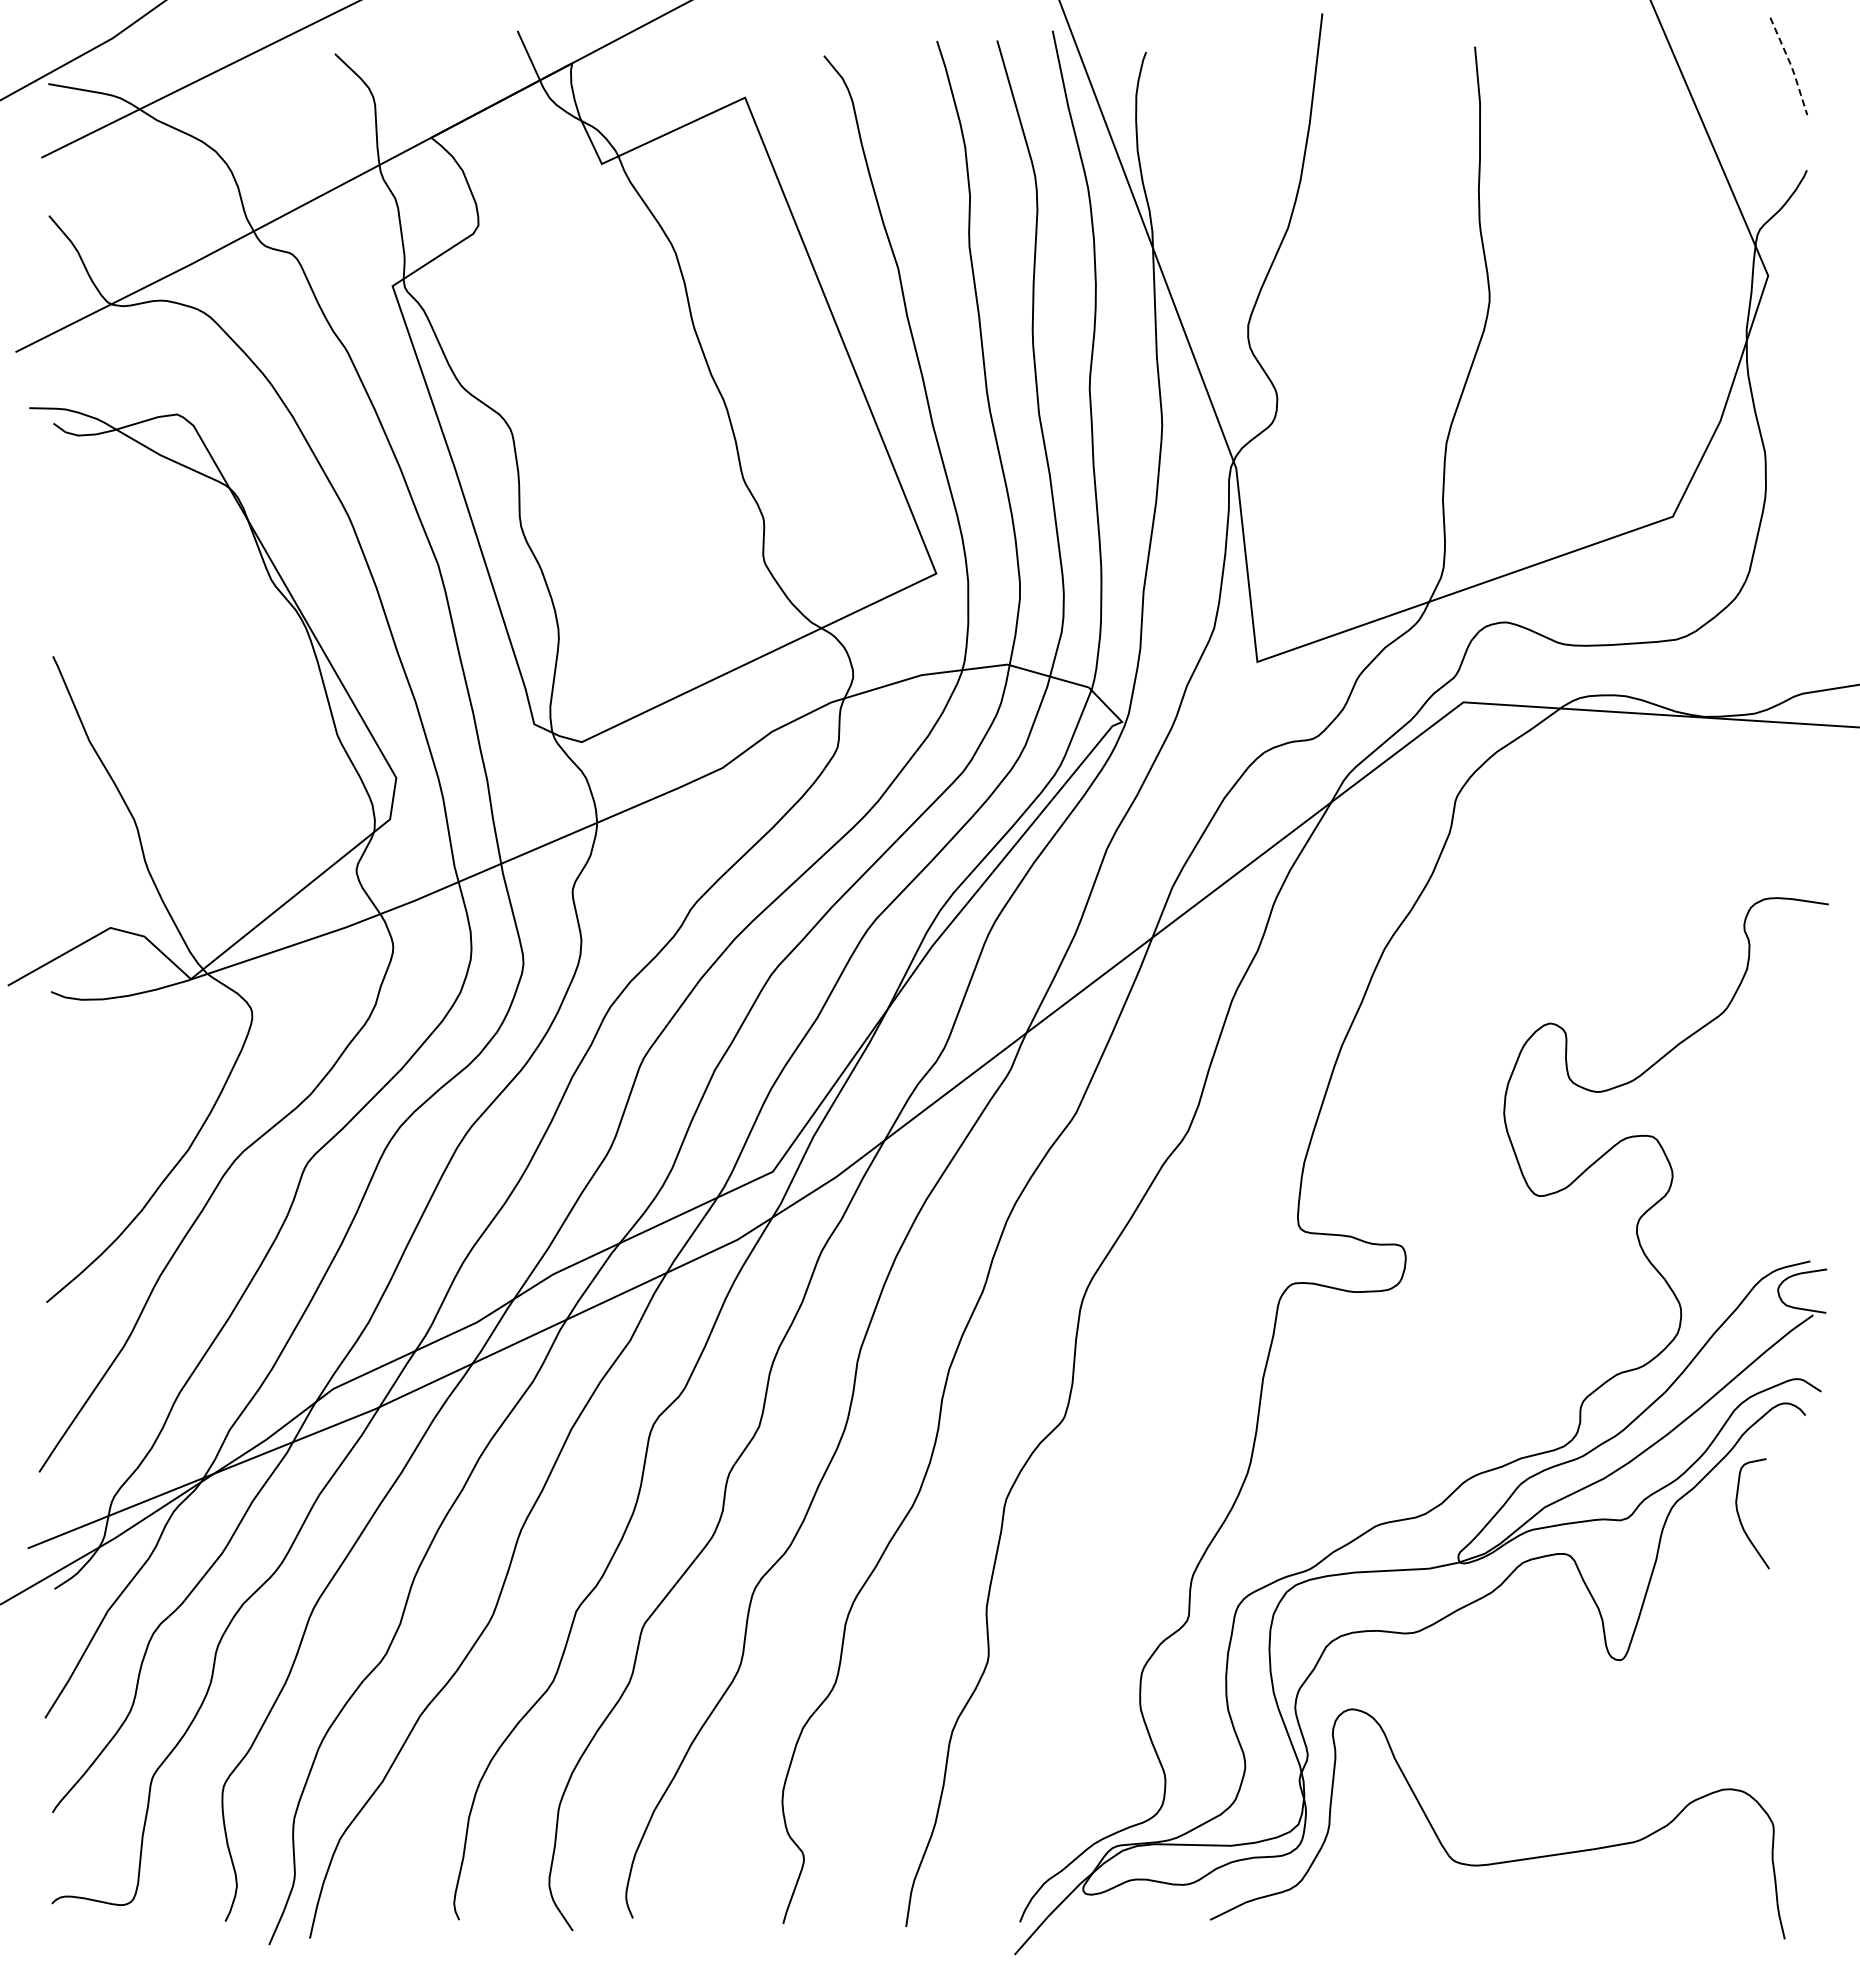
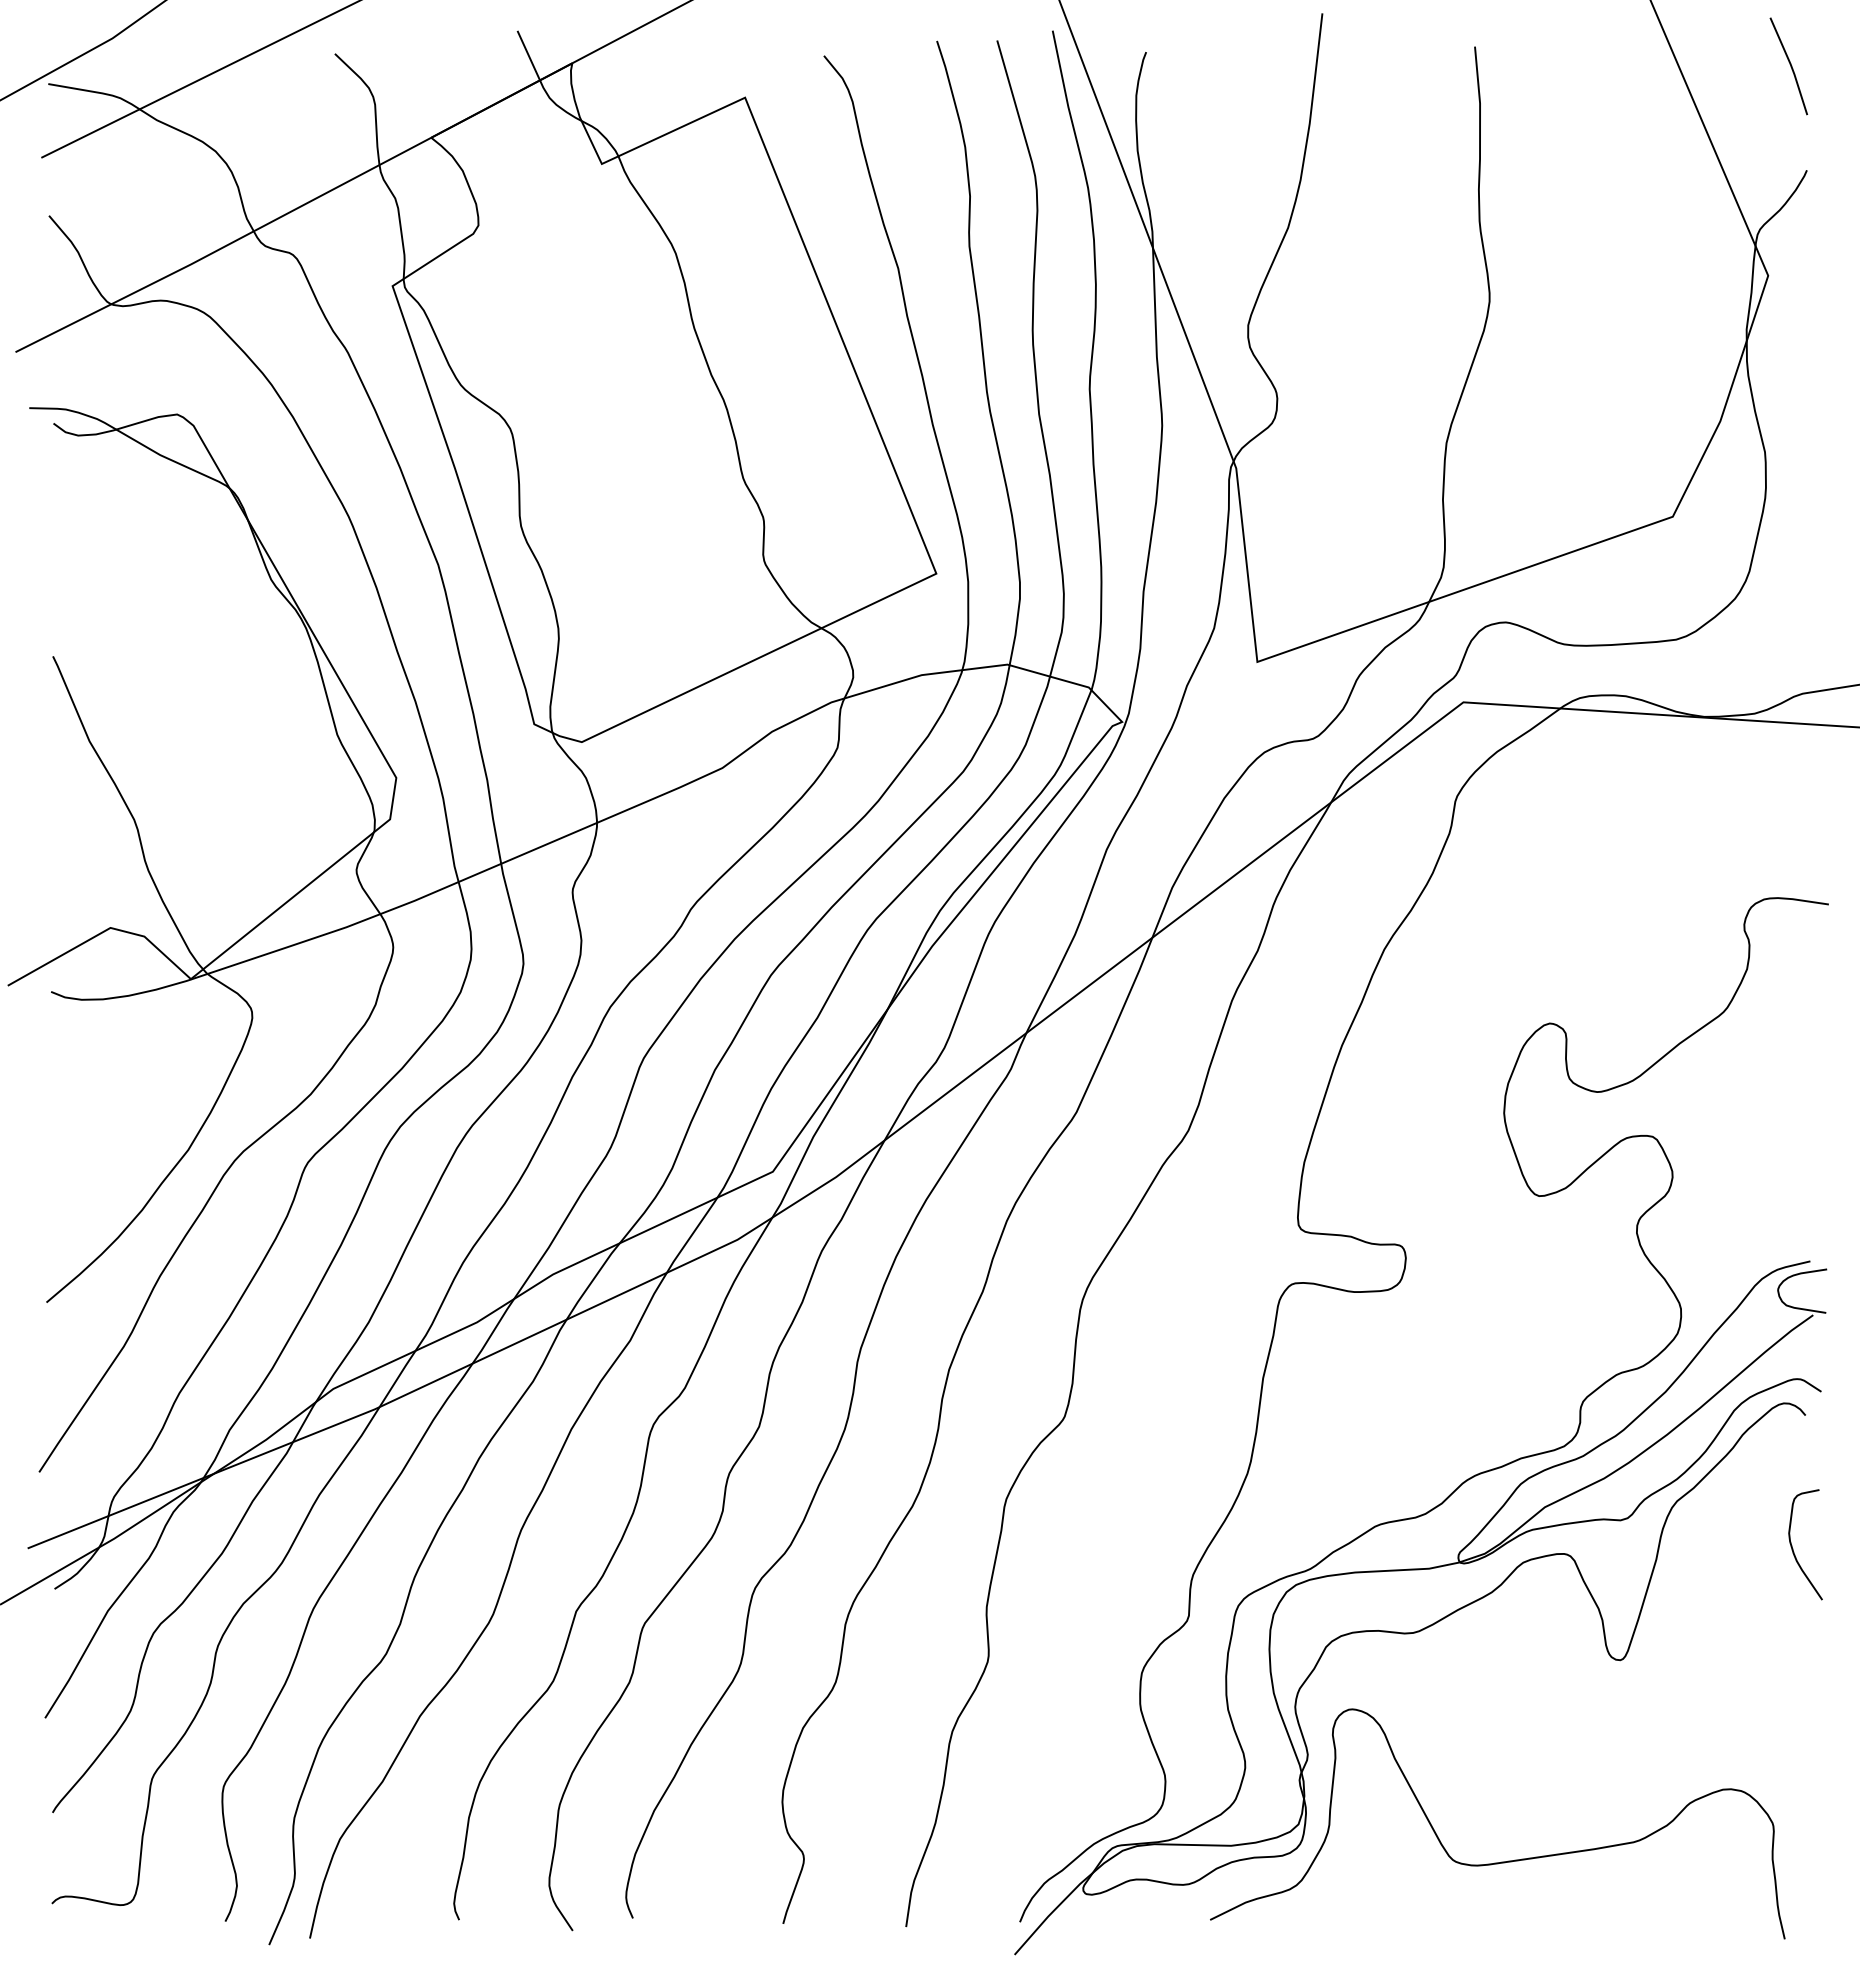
line at (1791, 66): dashed -> solid
curve at (1740, 1517) position: (1740, 1517) -> (1793, 1548)
